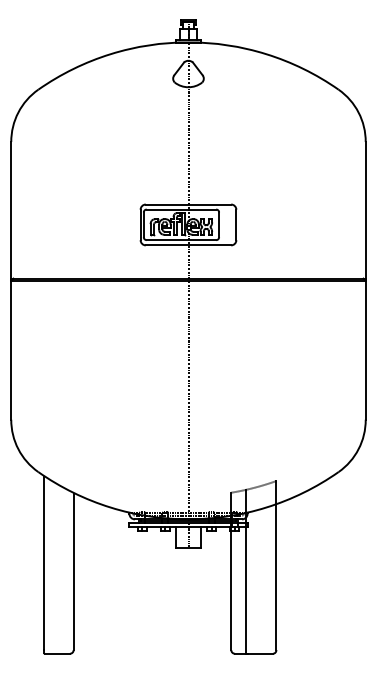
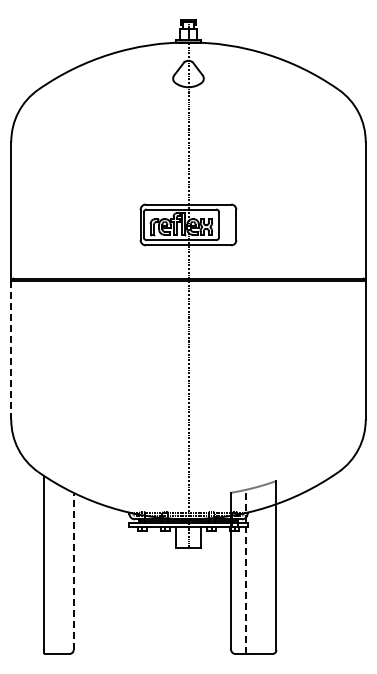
line at (11, 350): solid -> dashed
line at (246, 571): solid -> dashed
line at (73, 572): solid -> dashed
